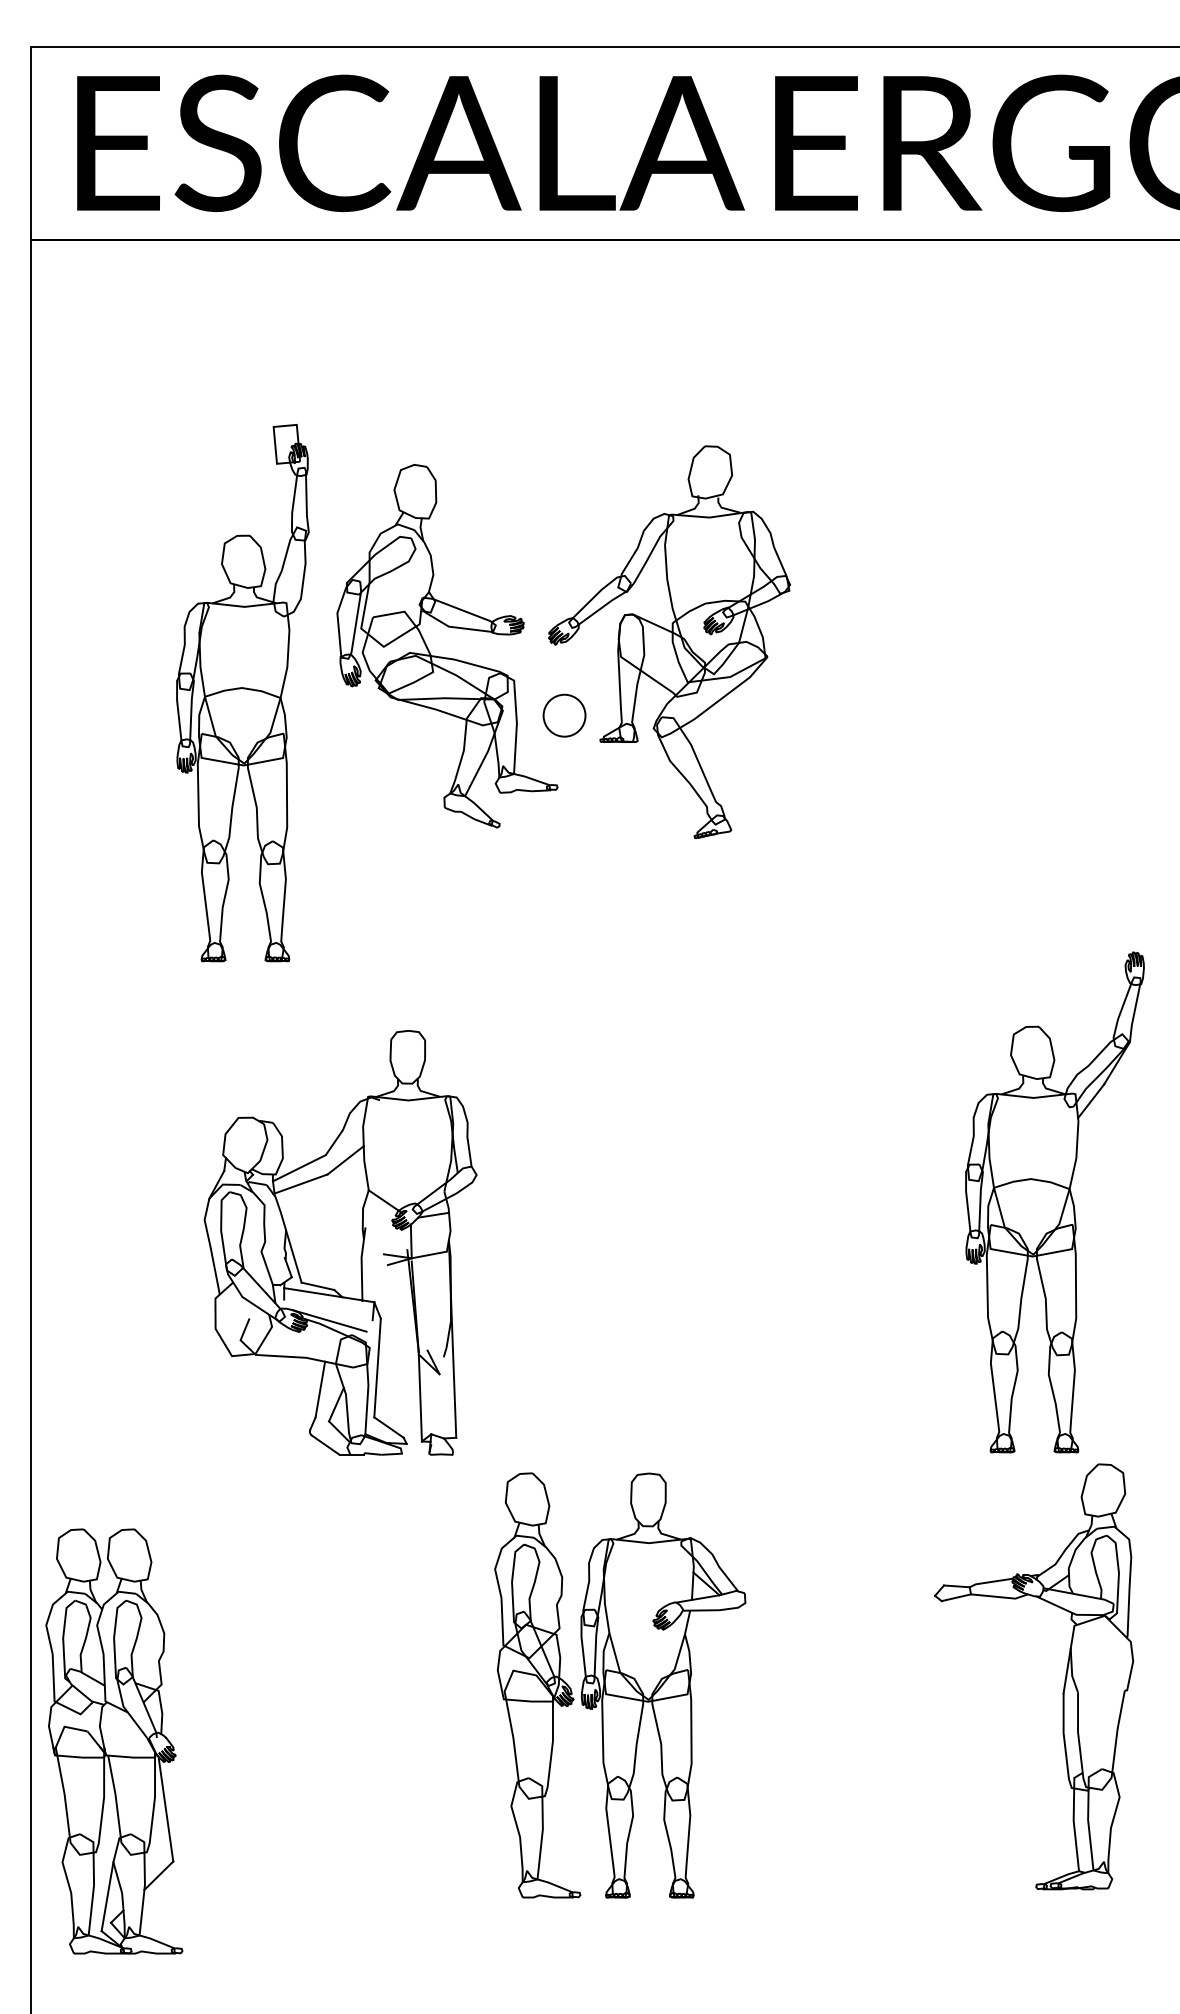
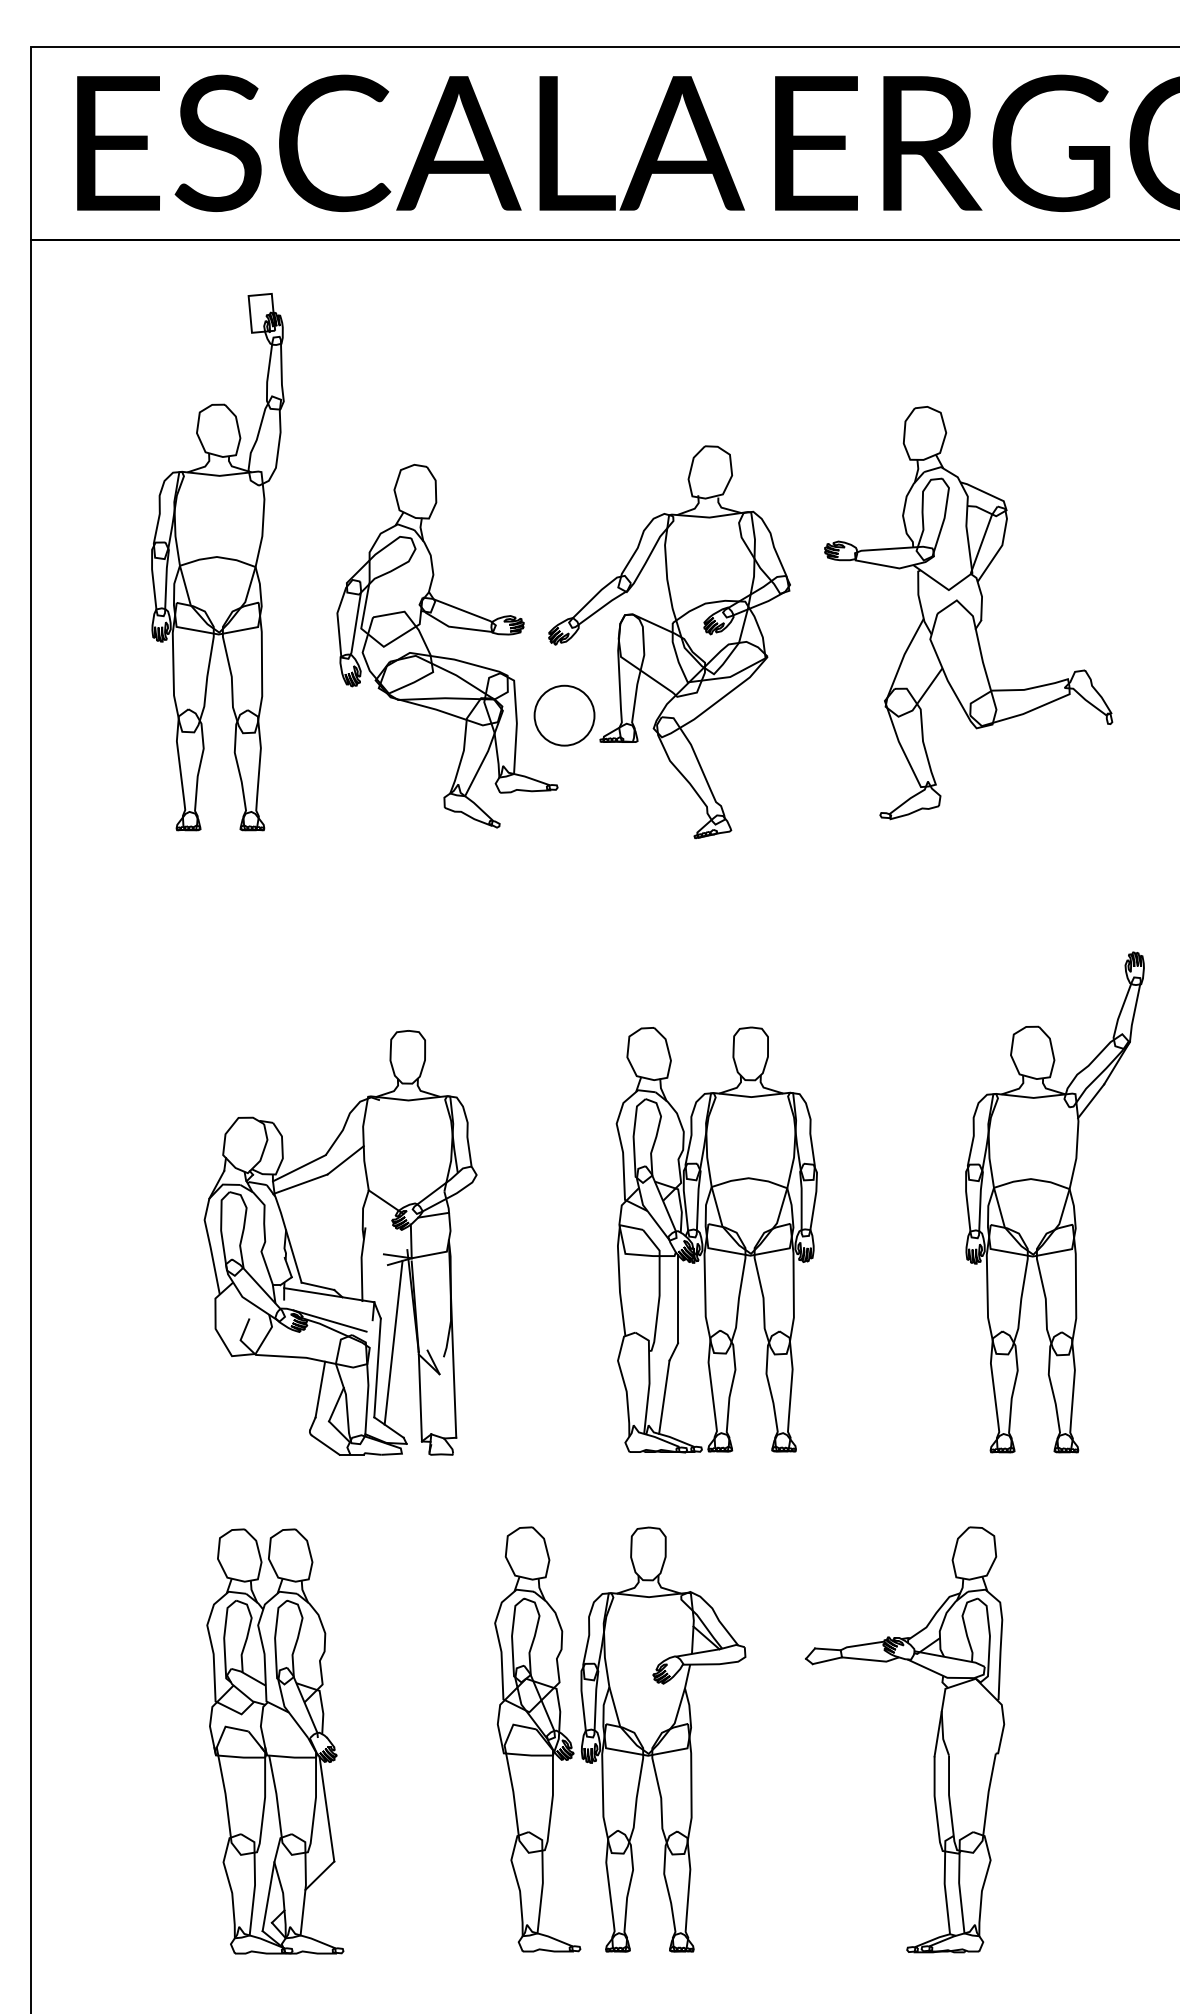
part at (968, 613): none -> present
part at (242, 693) position: (242, 693) -> (217, 562)
circle at (564, 715) diameter: 42 px -> 60 px
part at (716, 1239): none -> present
line at (393, 1342): none -> present
part at (1064, 1679) position: (1064, 1679) -> (935, 1742)
part at (620, 1685) position: (620, 1685) -> (620, 1739)
part at (114, 1741) position: (114, 1741) -> (275, 1741)
